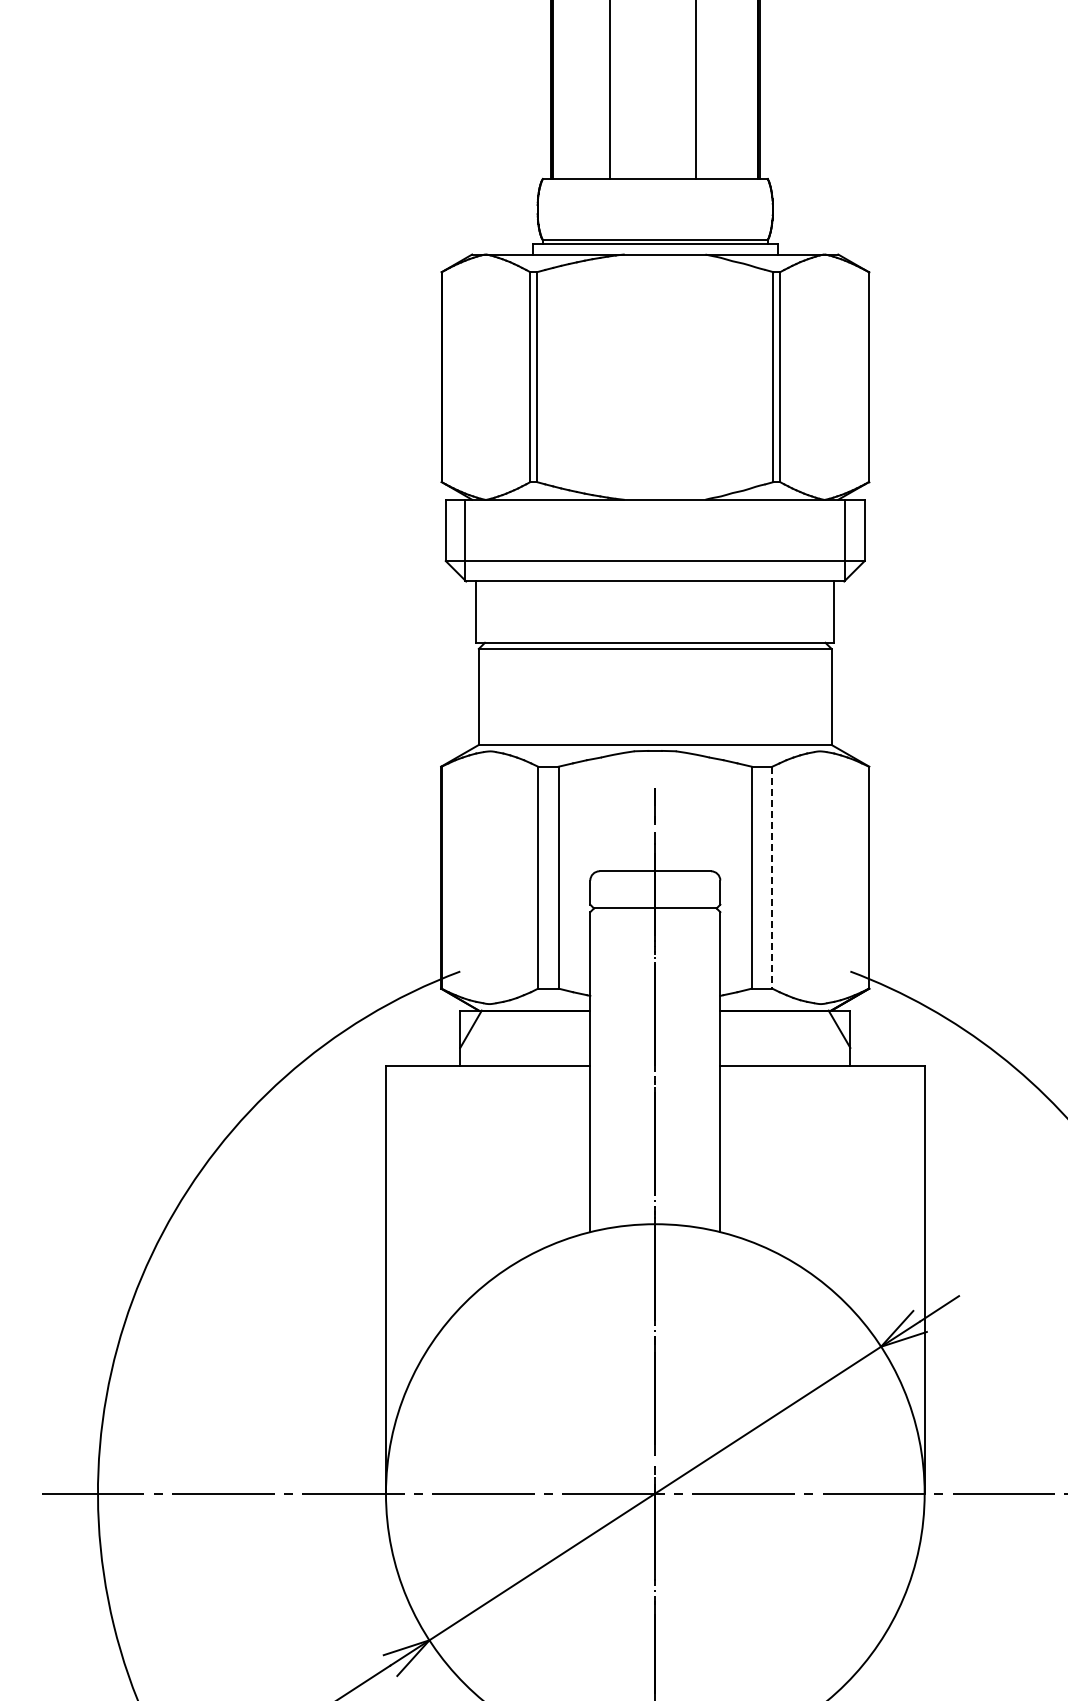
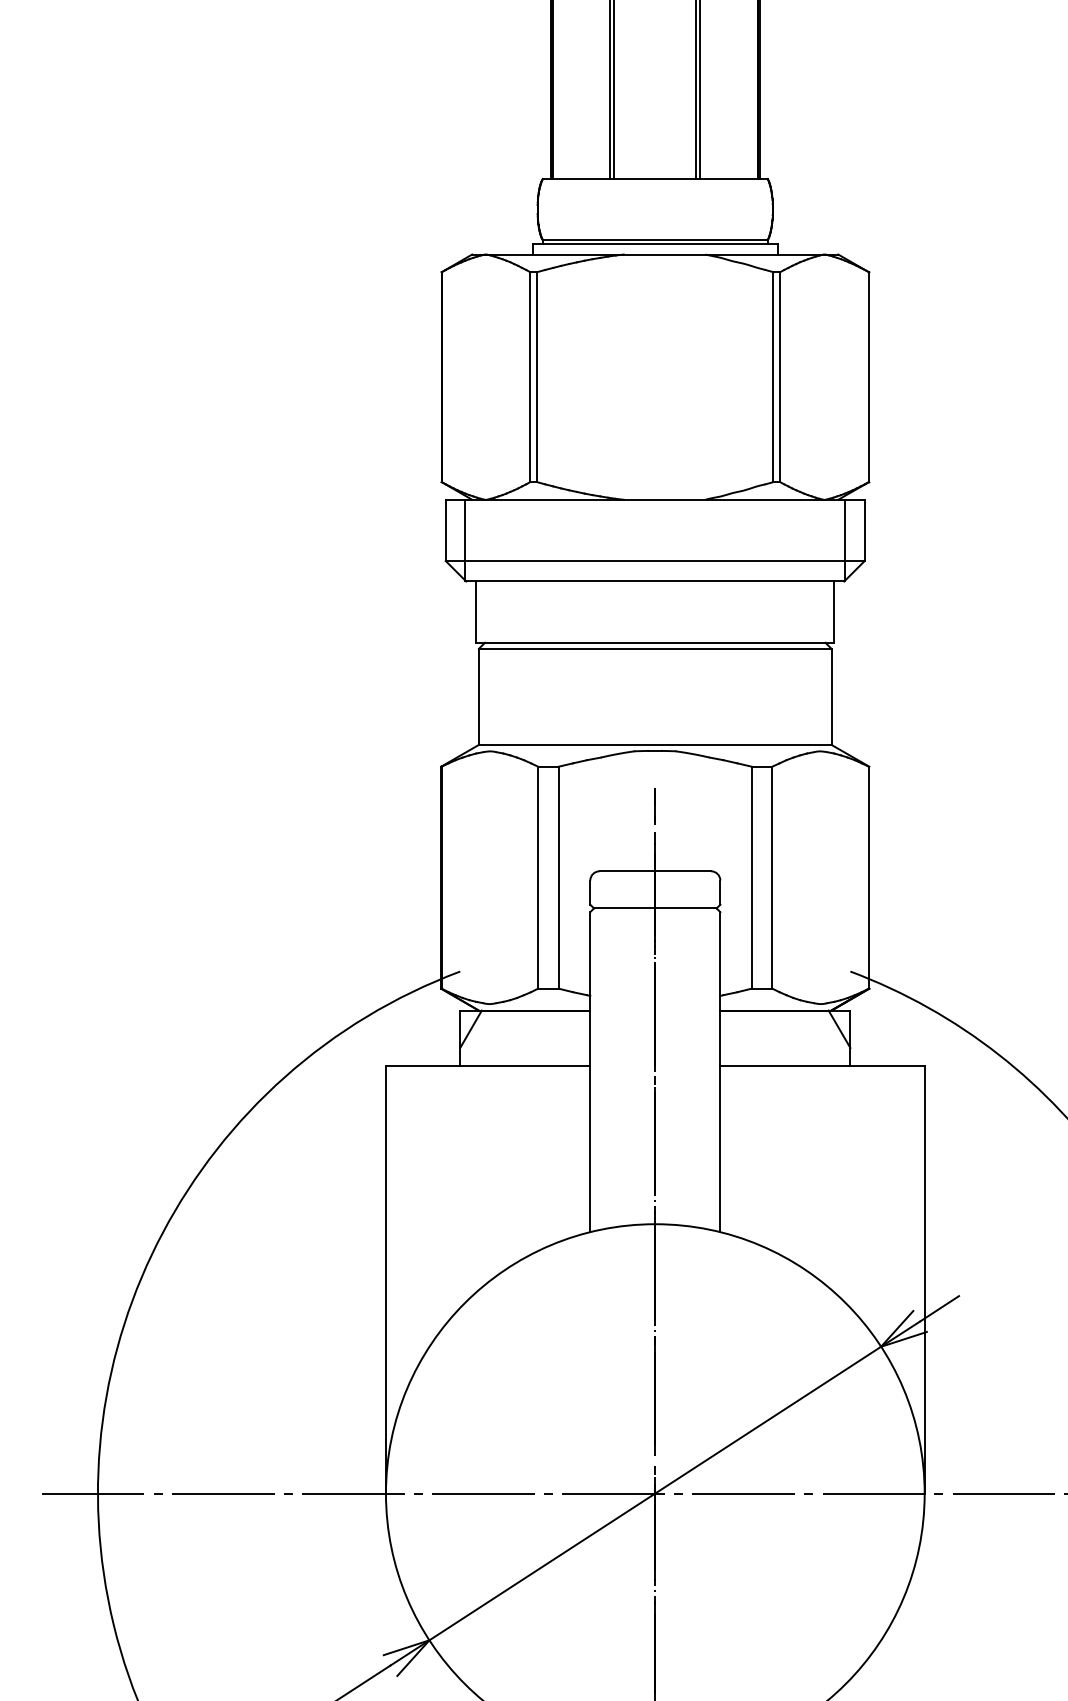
line at (614, 90): none -> present
line at (700, 90): none -> present
line at (772, 877): dashed -> solid
